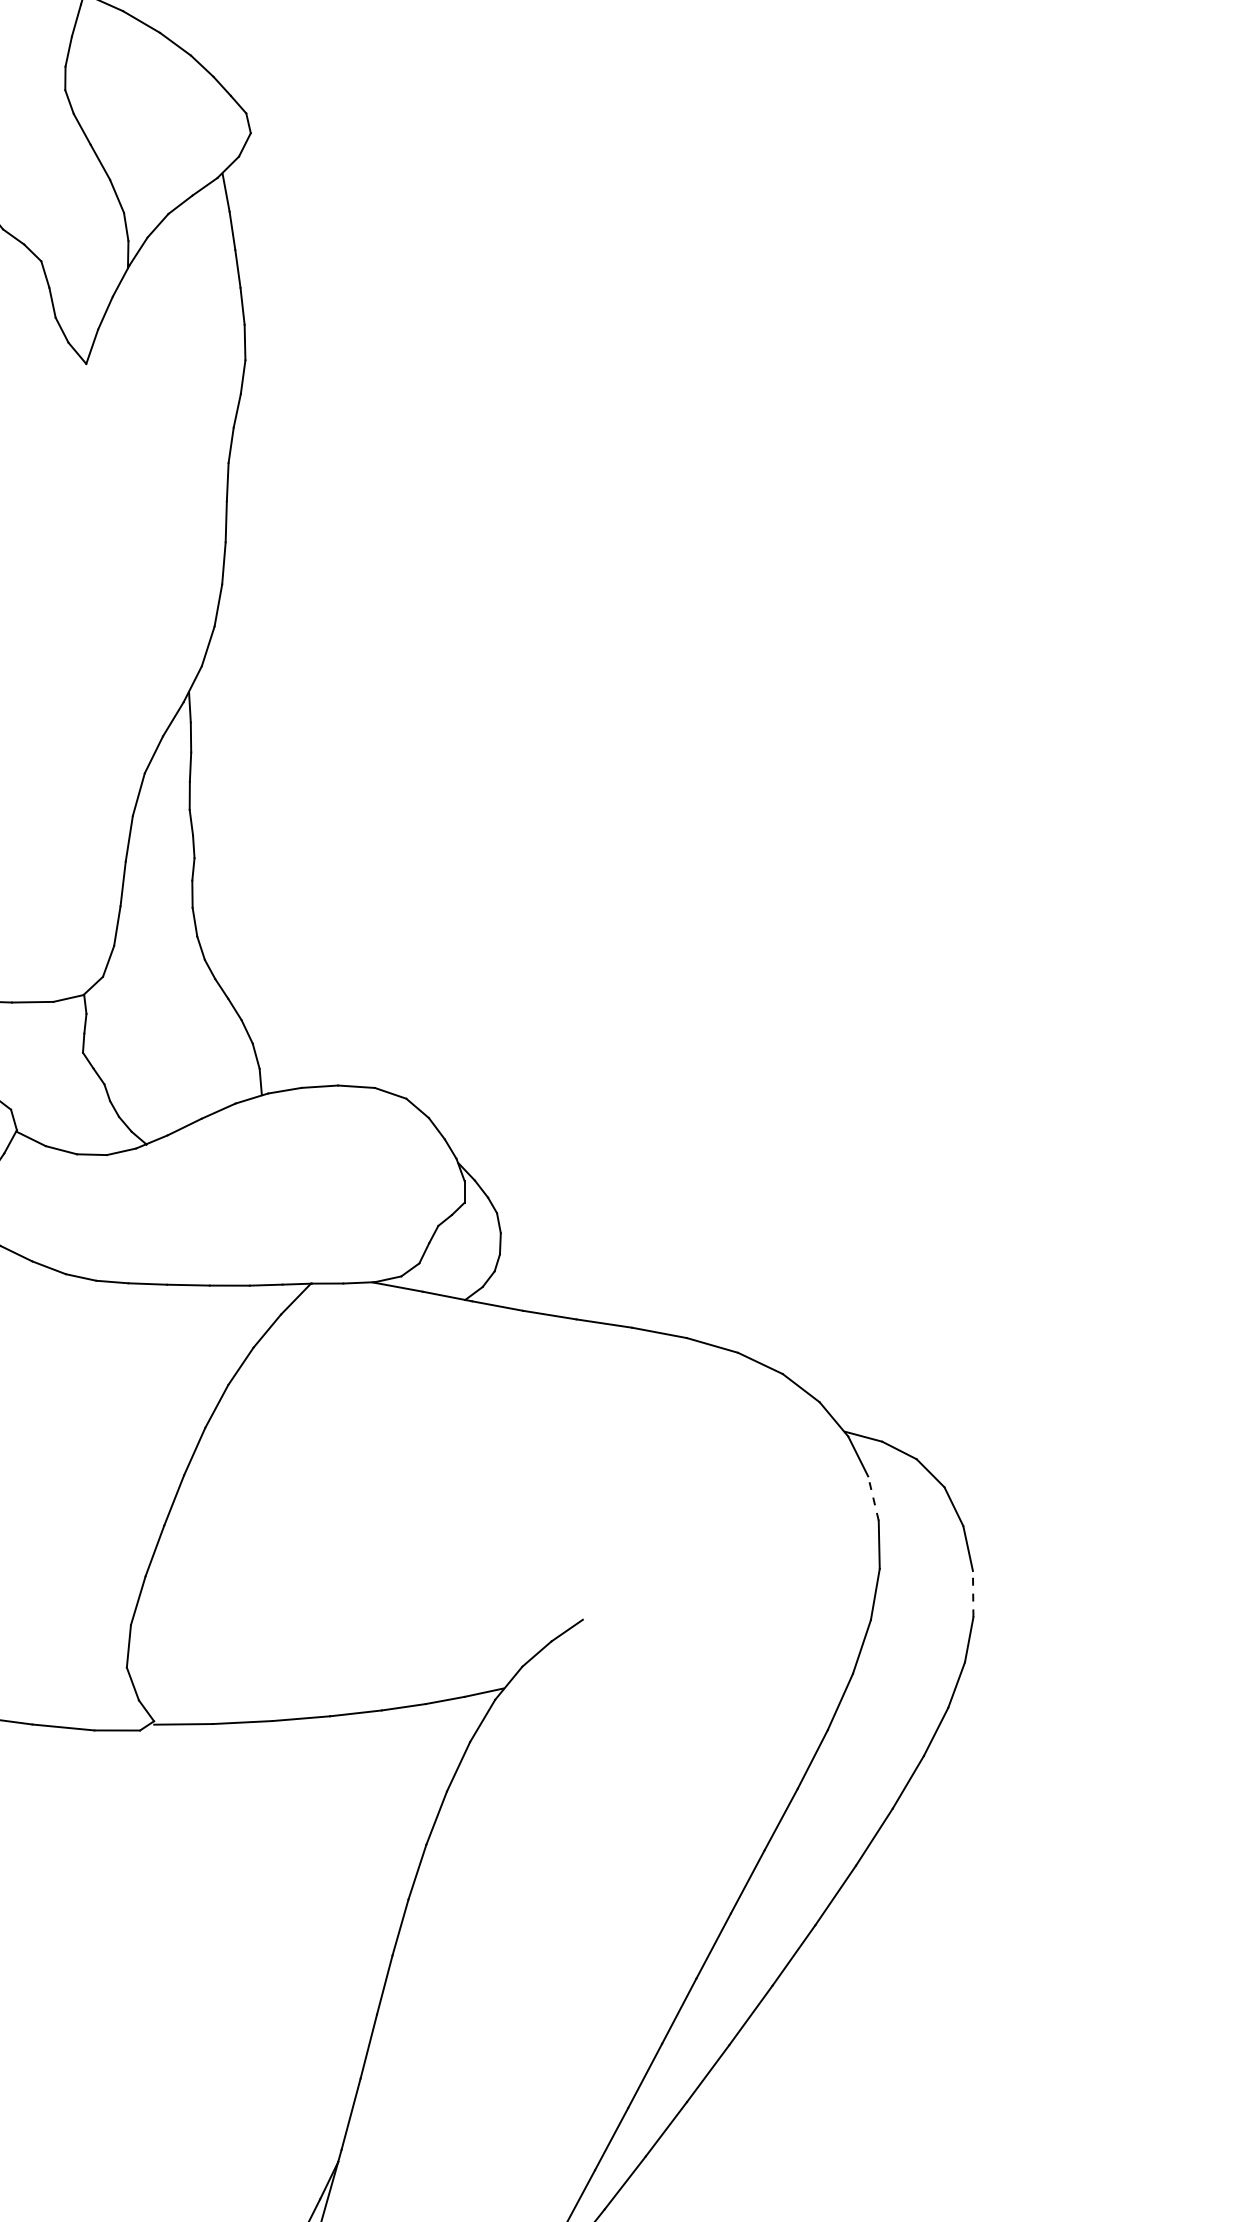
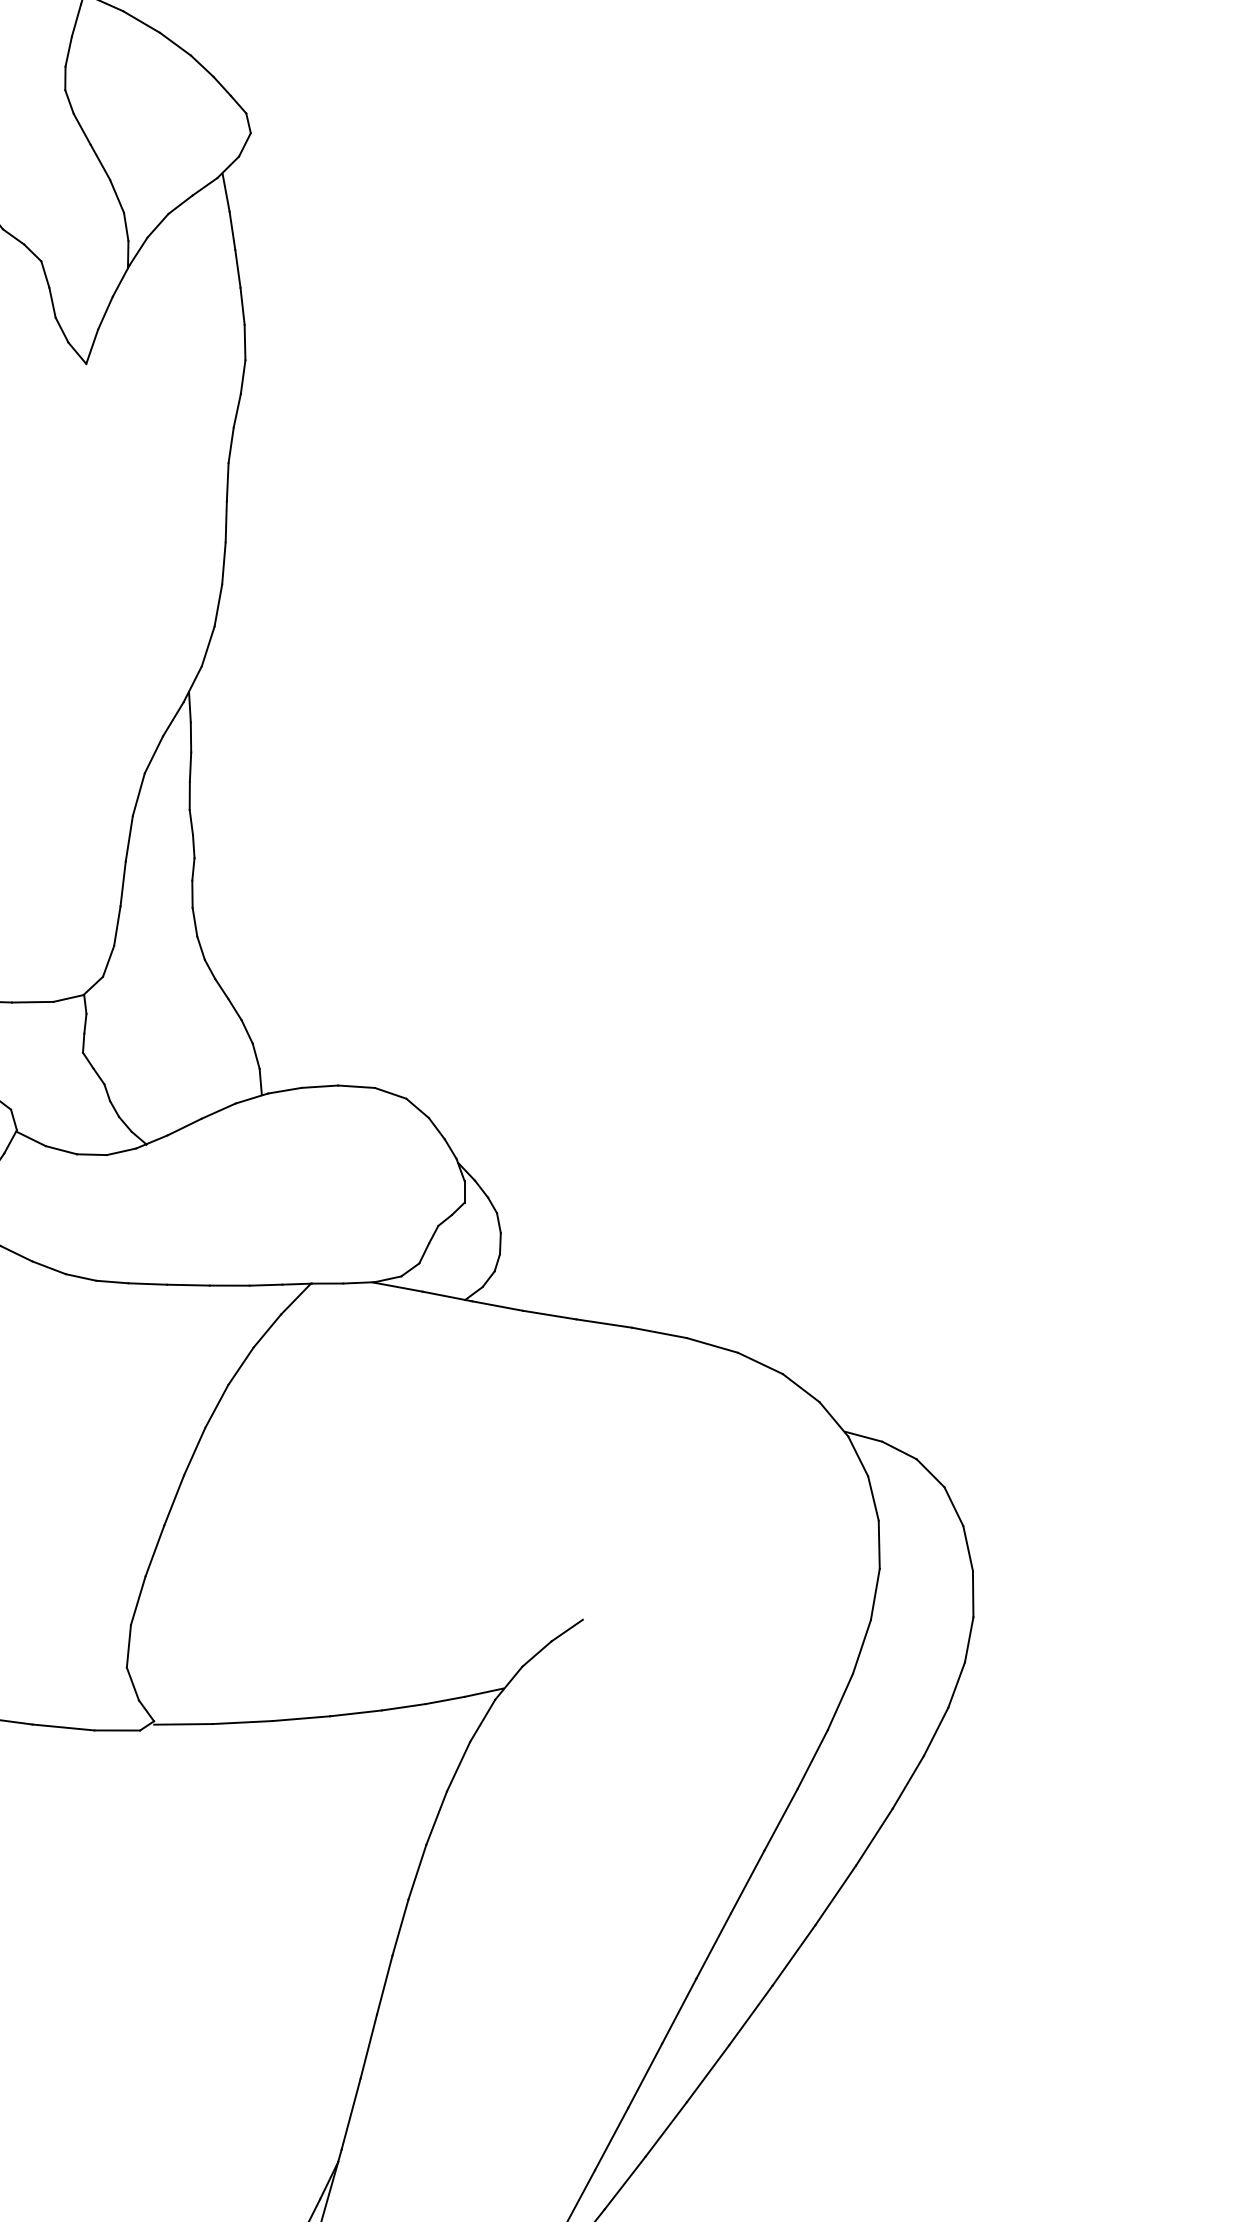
line at (873, 1498): dashed -> solid
line at (973, 1593): dashed -> solid
